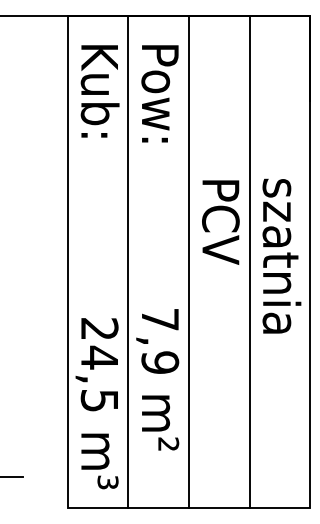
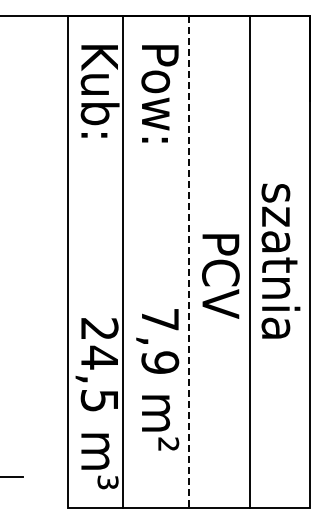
text at (220, 222) position: (220, 222) -> (220, 276)
text at (281, 255) position: (281, 255) -> (280, 260)
line at (128, 261) position: (128, 261) -> (123, 261)
line at (189, 262): solid -> dashed
